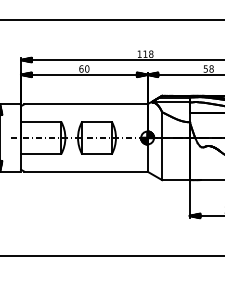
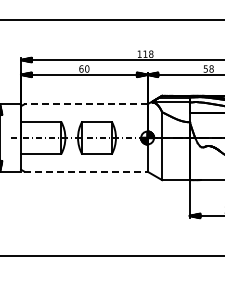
line at (86, 104): solid -> dashed
line at (86, 171): solid -> dashed
